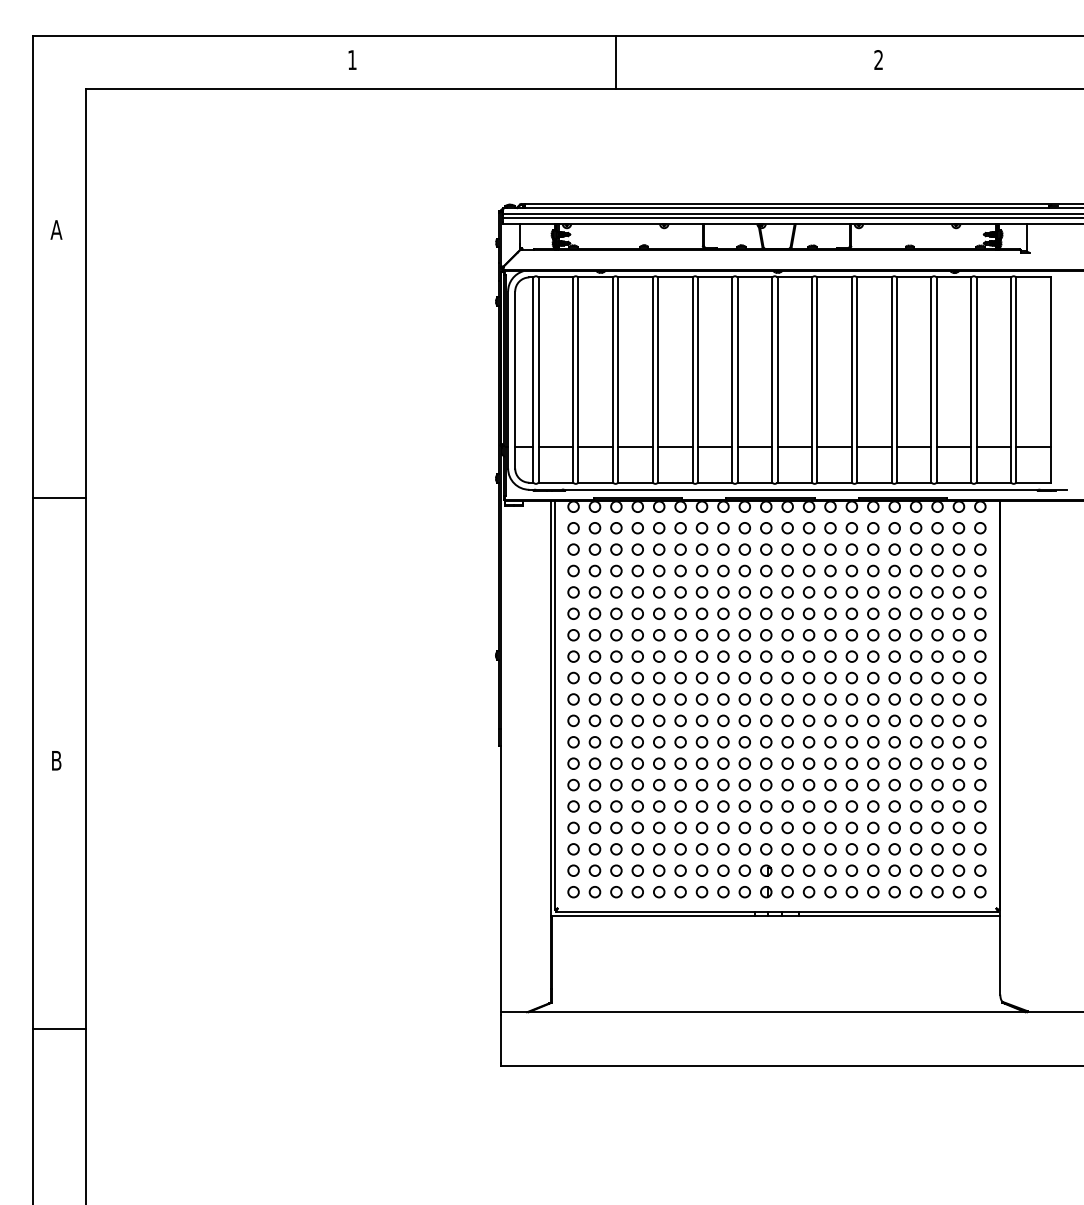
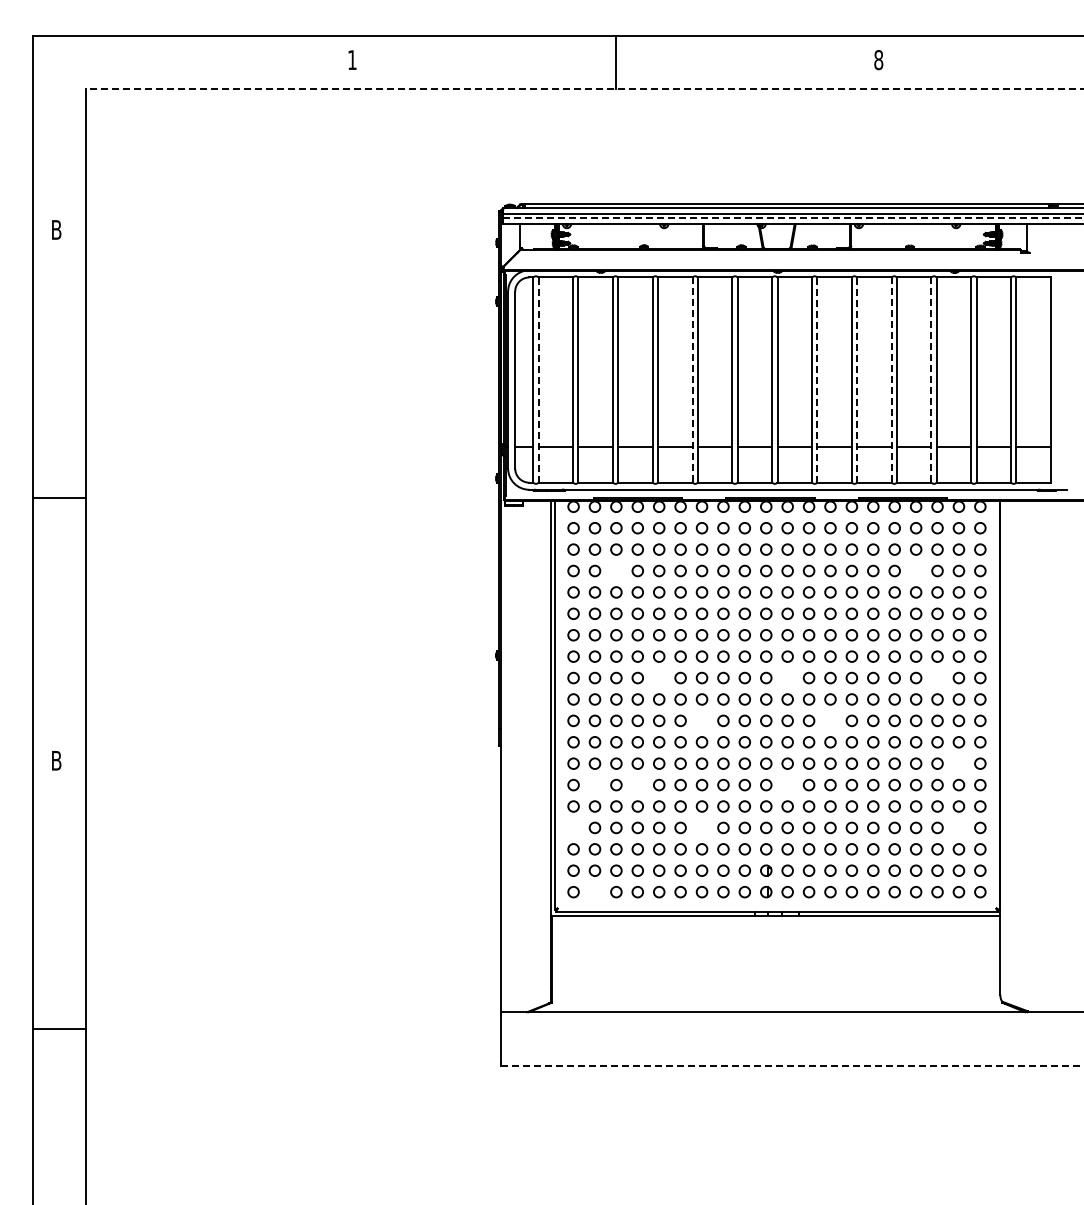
text at (878, 60): 2 -> 8
line at (584, 89): solid -> dashed
line at (793, 218): solid -> dashed
text at (56, 229): A -> B
line at (538, 380): solid -> dashed
line at (692, 380): solid -> dashed
line at (817, 380): solid -> dashed
line at (857, 380): solid -> dashed
line at (891, 380): solid -> dashed
line at (931, 380): solid -> dashed
circle at (616, 570): present -> none
circle at (916, 570): present -> none
circle at (659, 677): present -> none
circle at (787, 677): present -> none
circle at (937, 677): present -> none
circle at (701, 720): present -> none
circle at (830, 720): present -> none
circle at (958, 763): present -> none
circle at (594, 784): present -> none
circle at (637, 784): present -> none
circle at (787, 784): present -> none
circle at (573, 827): present -> none
circle at (701, 827): present -> none
circle at (958, 827): present -> none
circle at (594, 892): present -> none
line at (792, 1065): solid -> dashed
